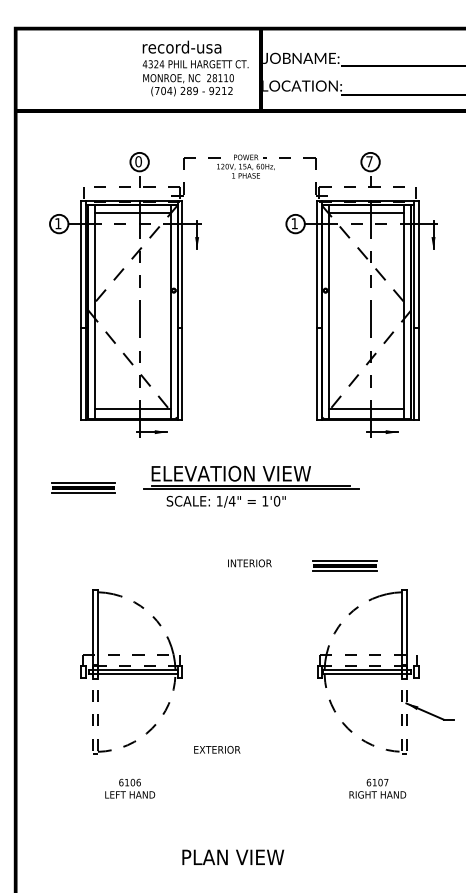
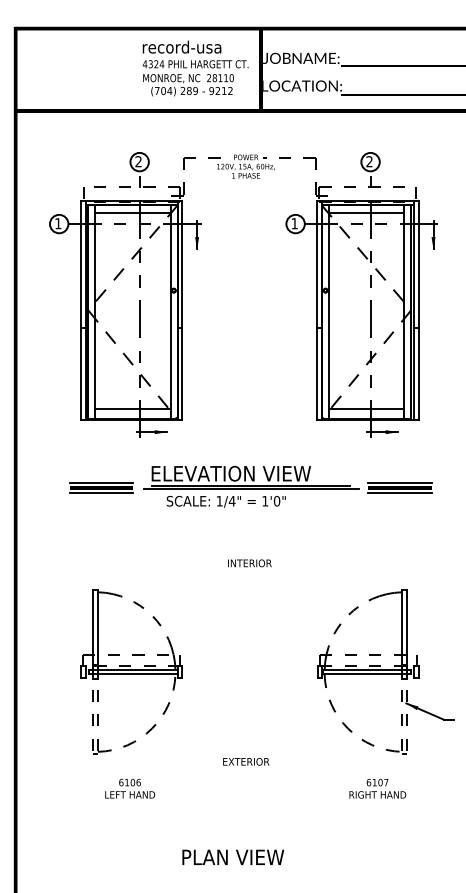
text at (138, 161): 0 -> 2
text at (369, 161): 7 -> 2
part at (83, 487) position: (83, 487) -> (101, 487)
part at (344, 565) position: (344, 565) -> (399, 487)
text at (217, 749) position: (217, 749) -> (246, 761)
